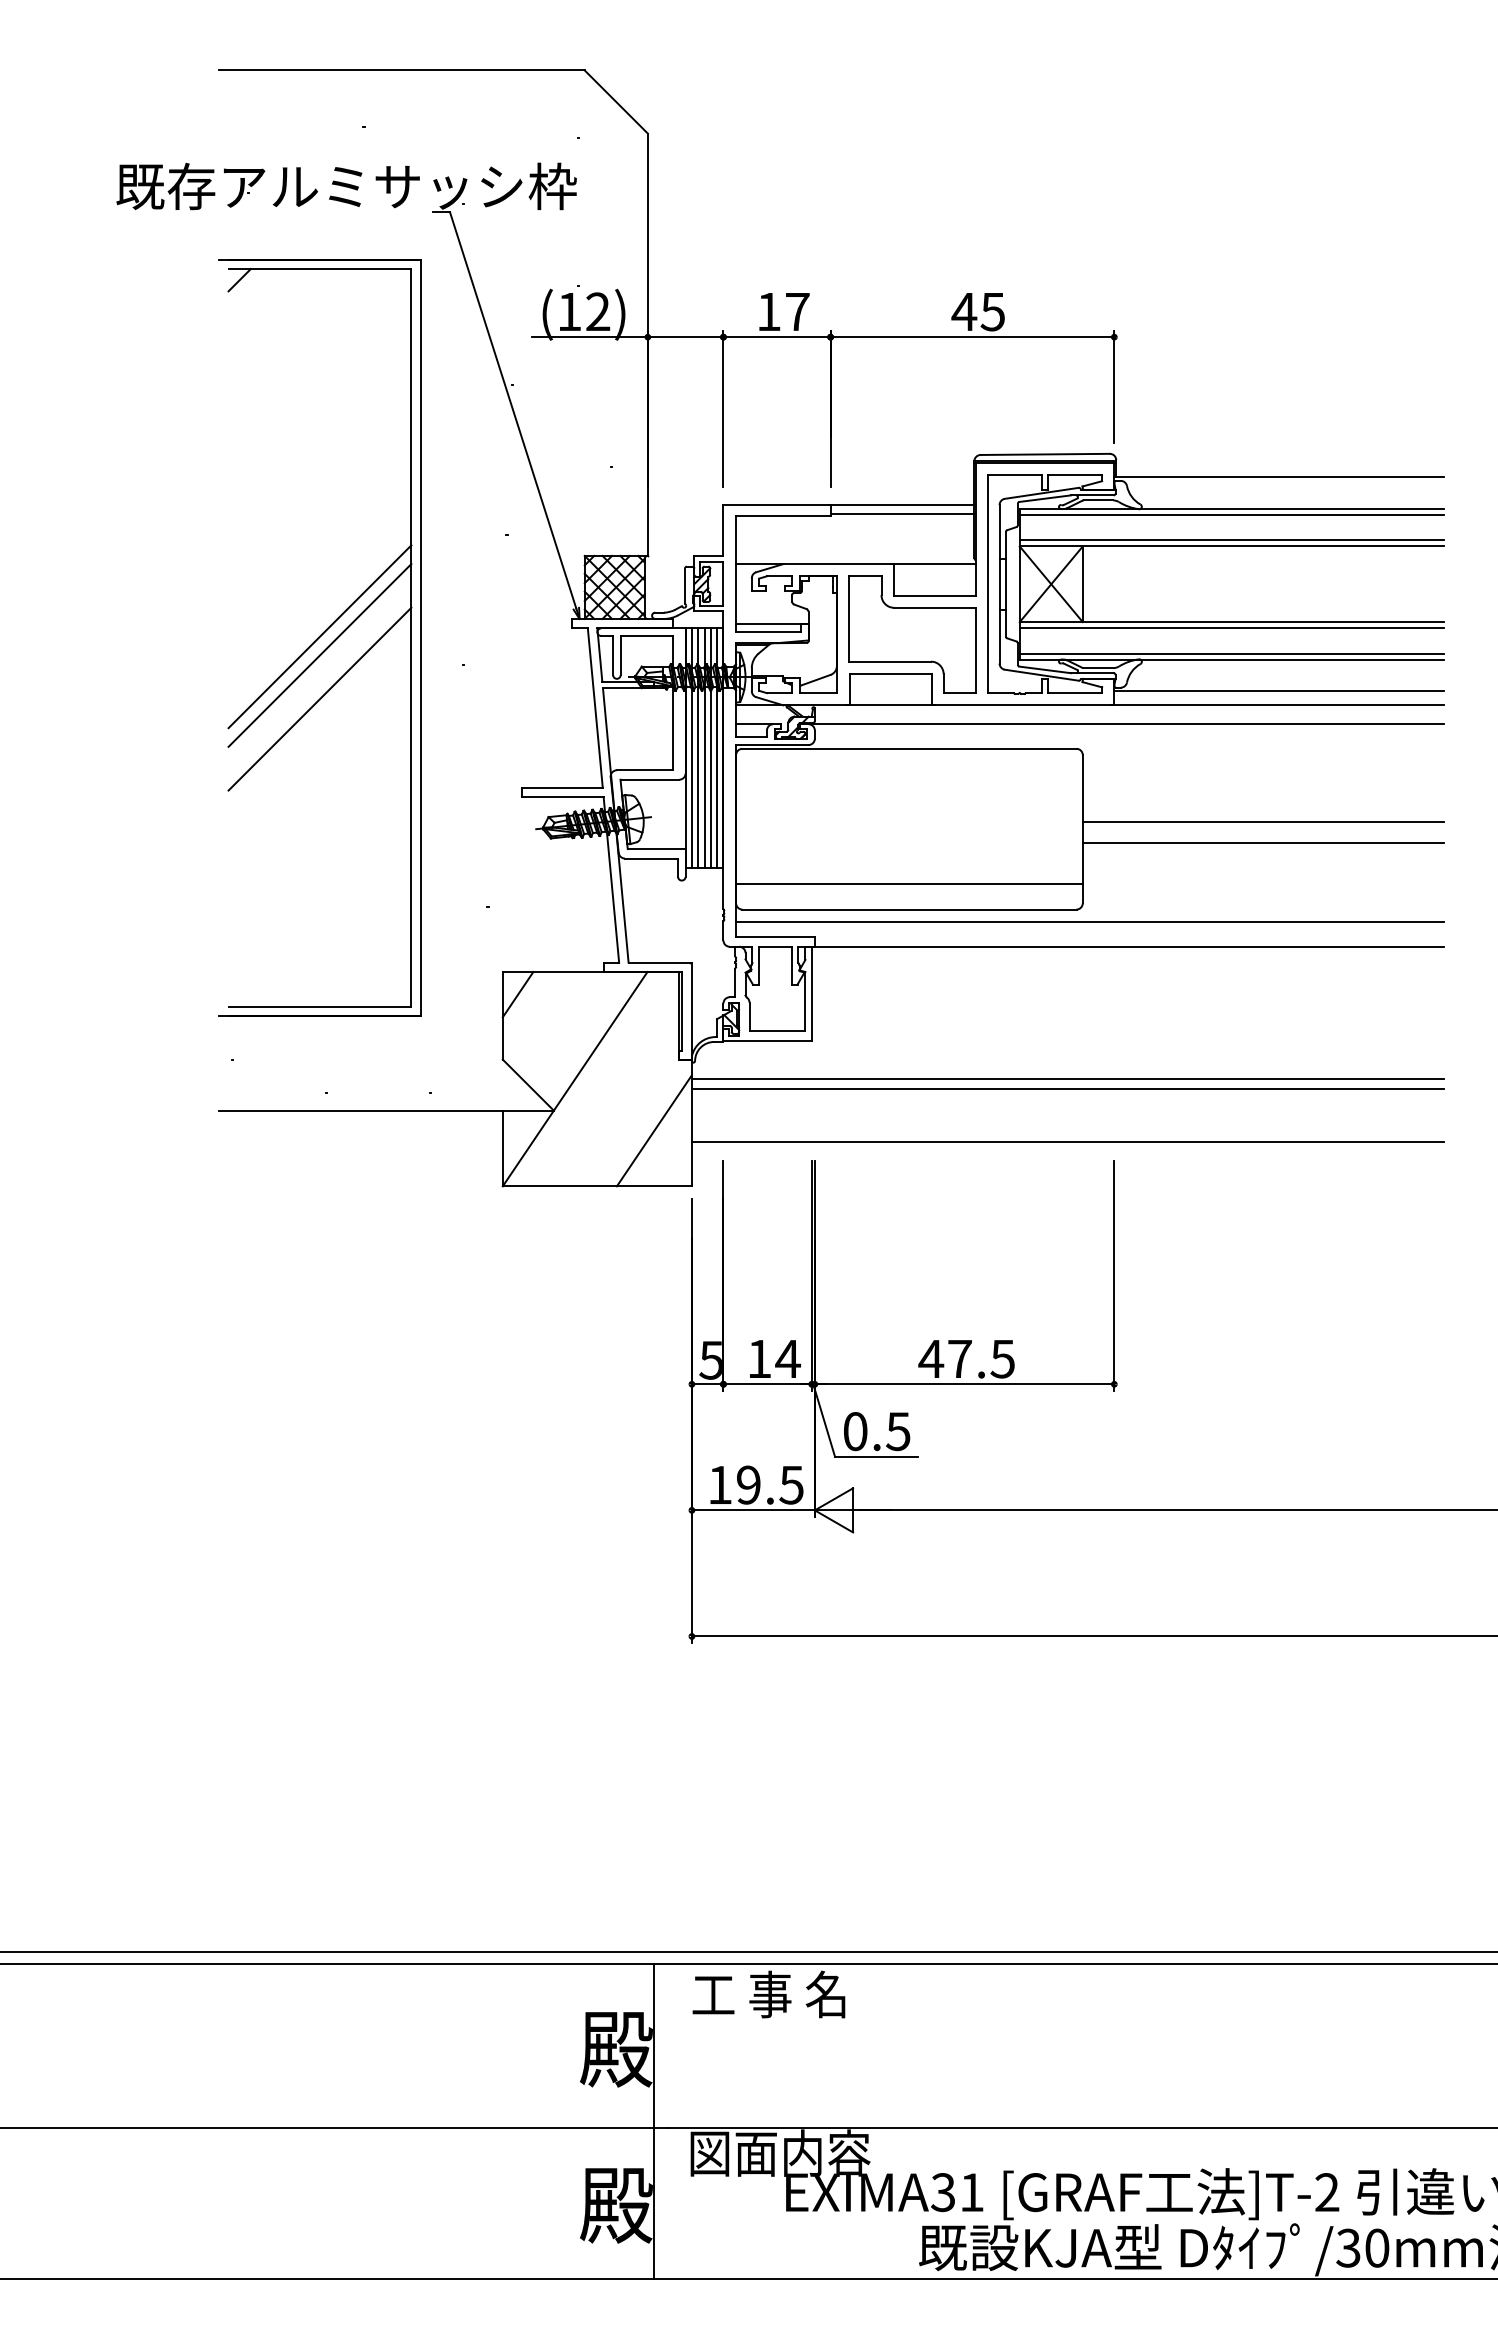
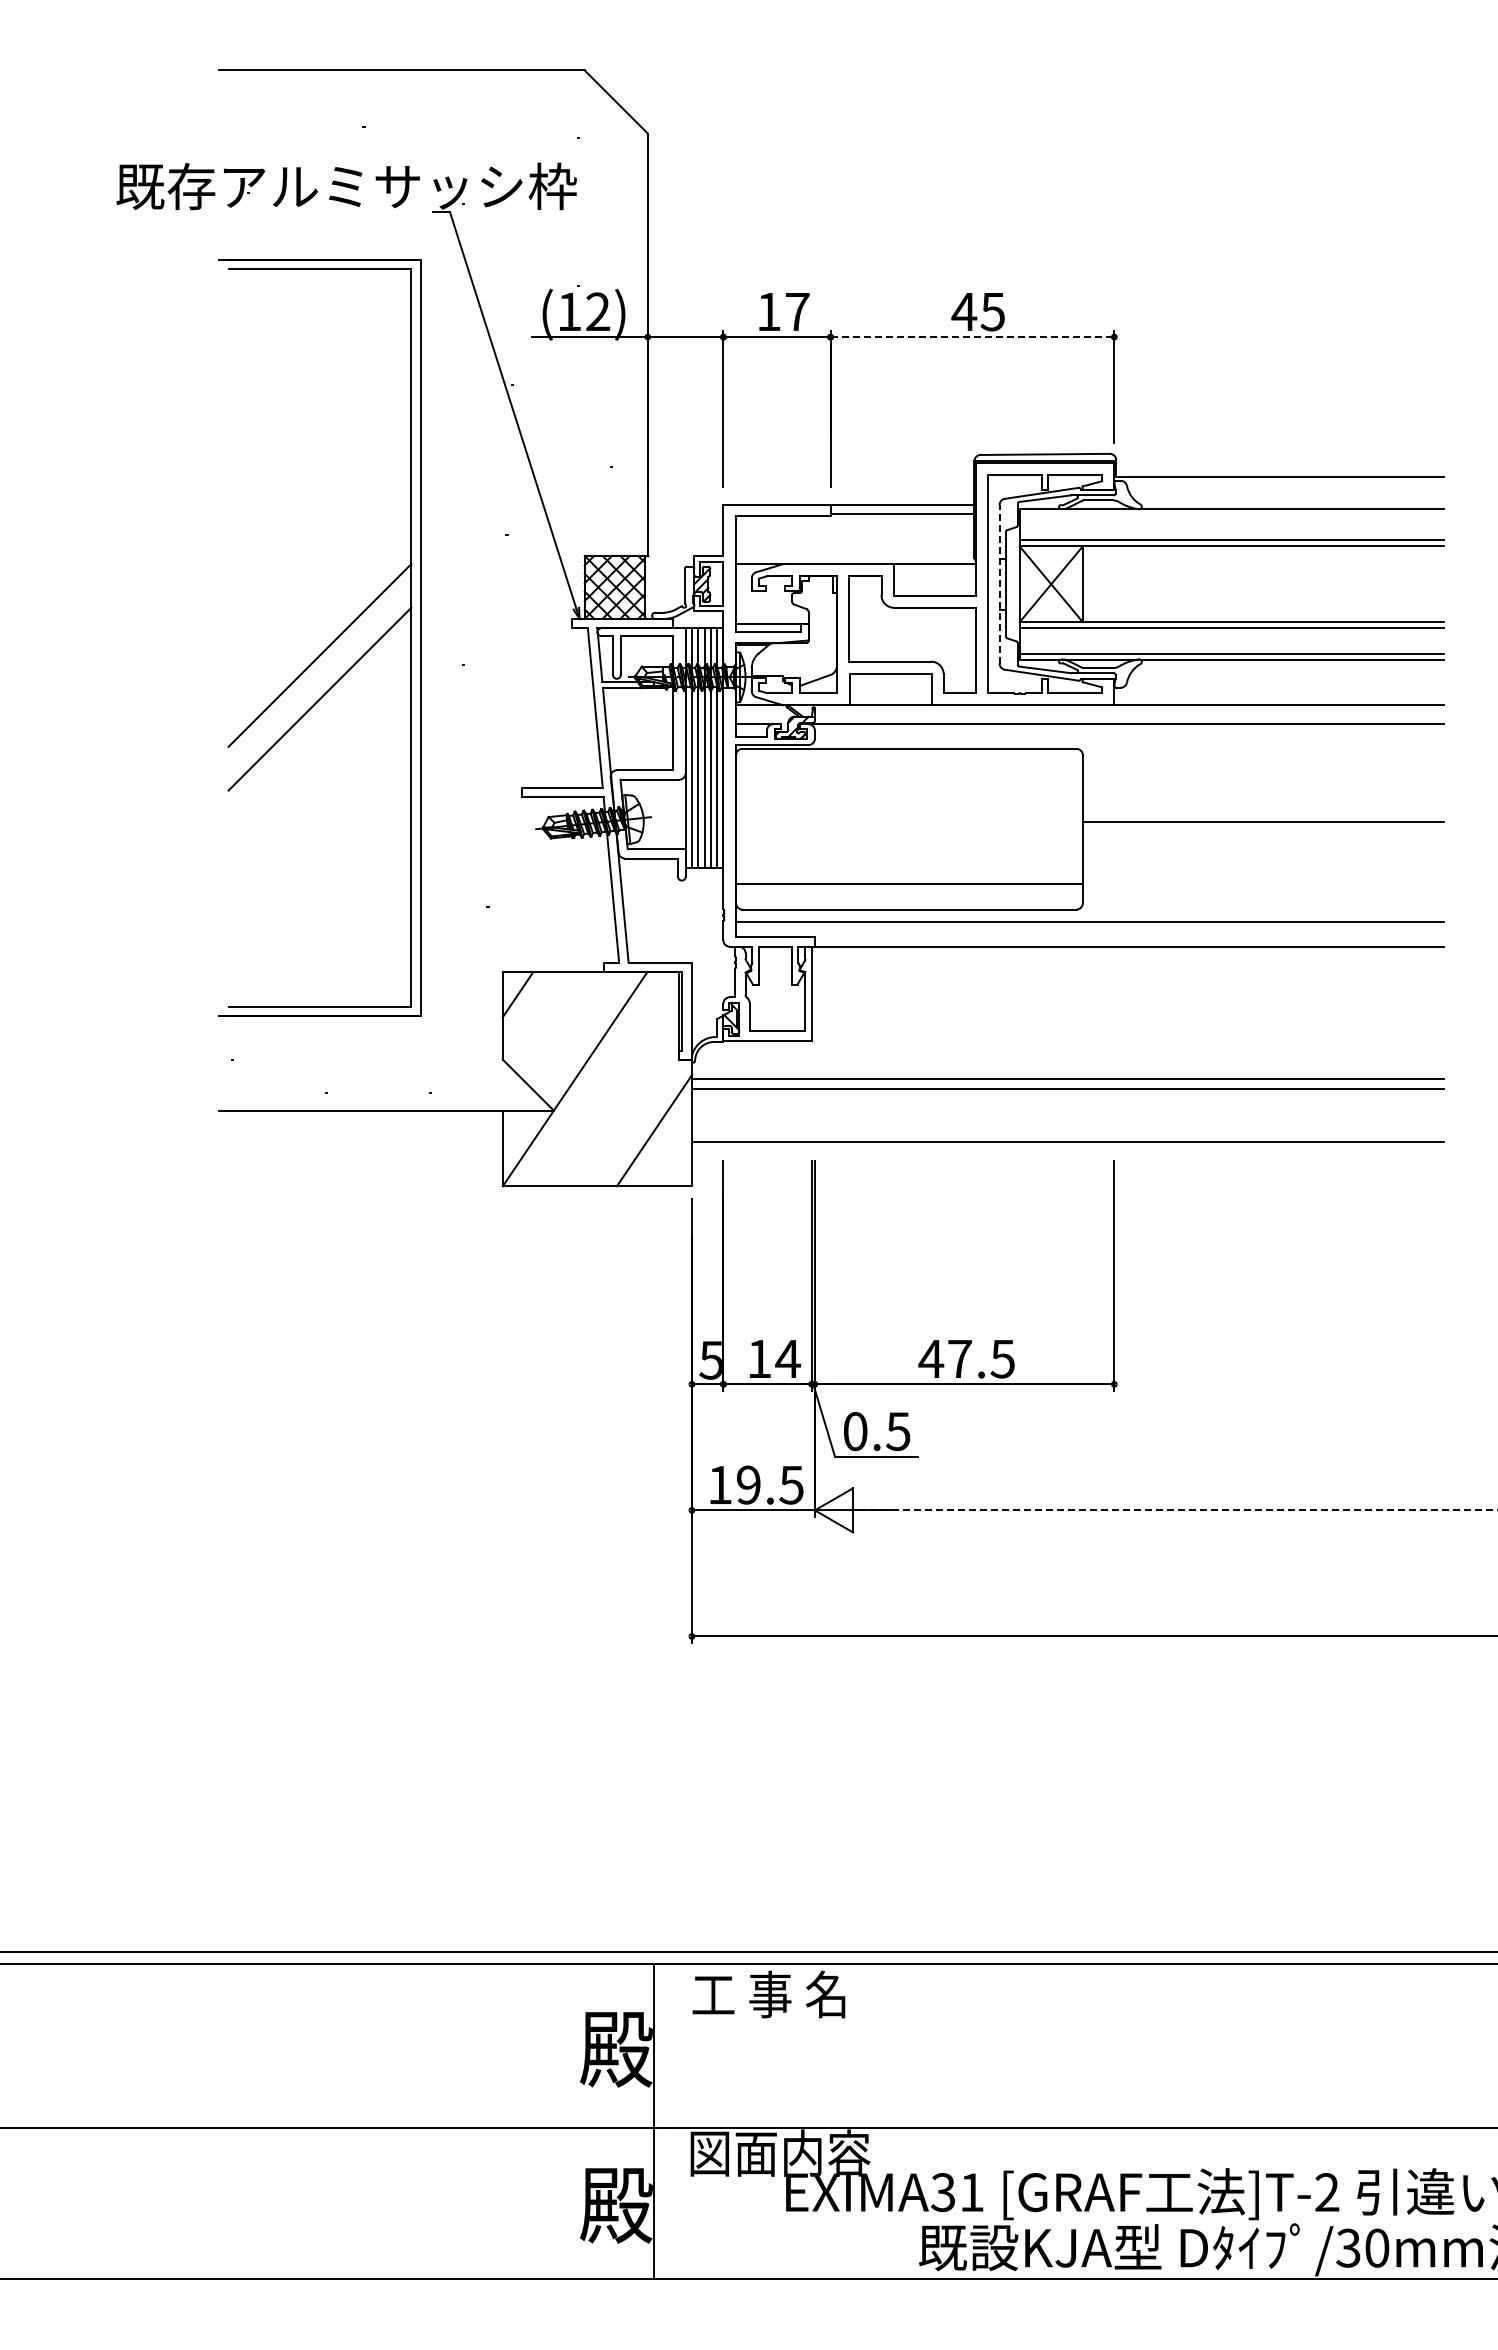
line at (239, 280): present -> none
line at (972, 337): solid -> dashed
line at (1231, 514): present -> none
line at (999, 583): solid -> dashed
line at (319, 636): present -> none
line at (1278, 691): present -> none
line at (1262, 843): present -> none
line at (1178, 1510): solid -> dashed
